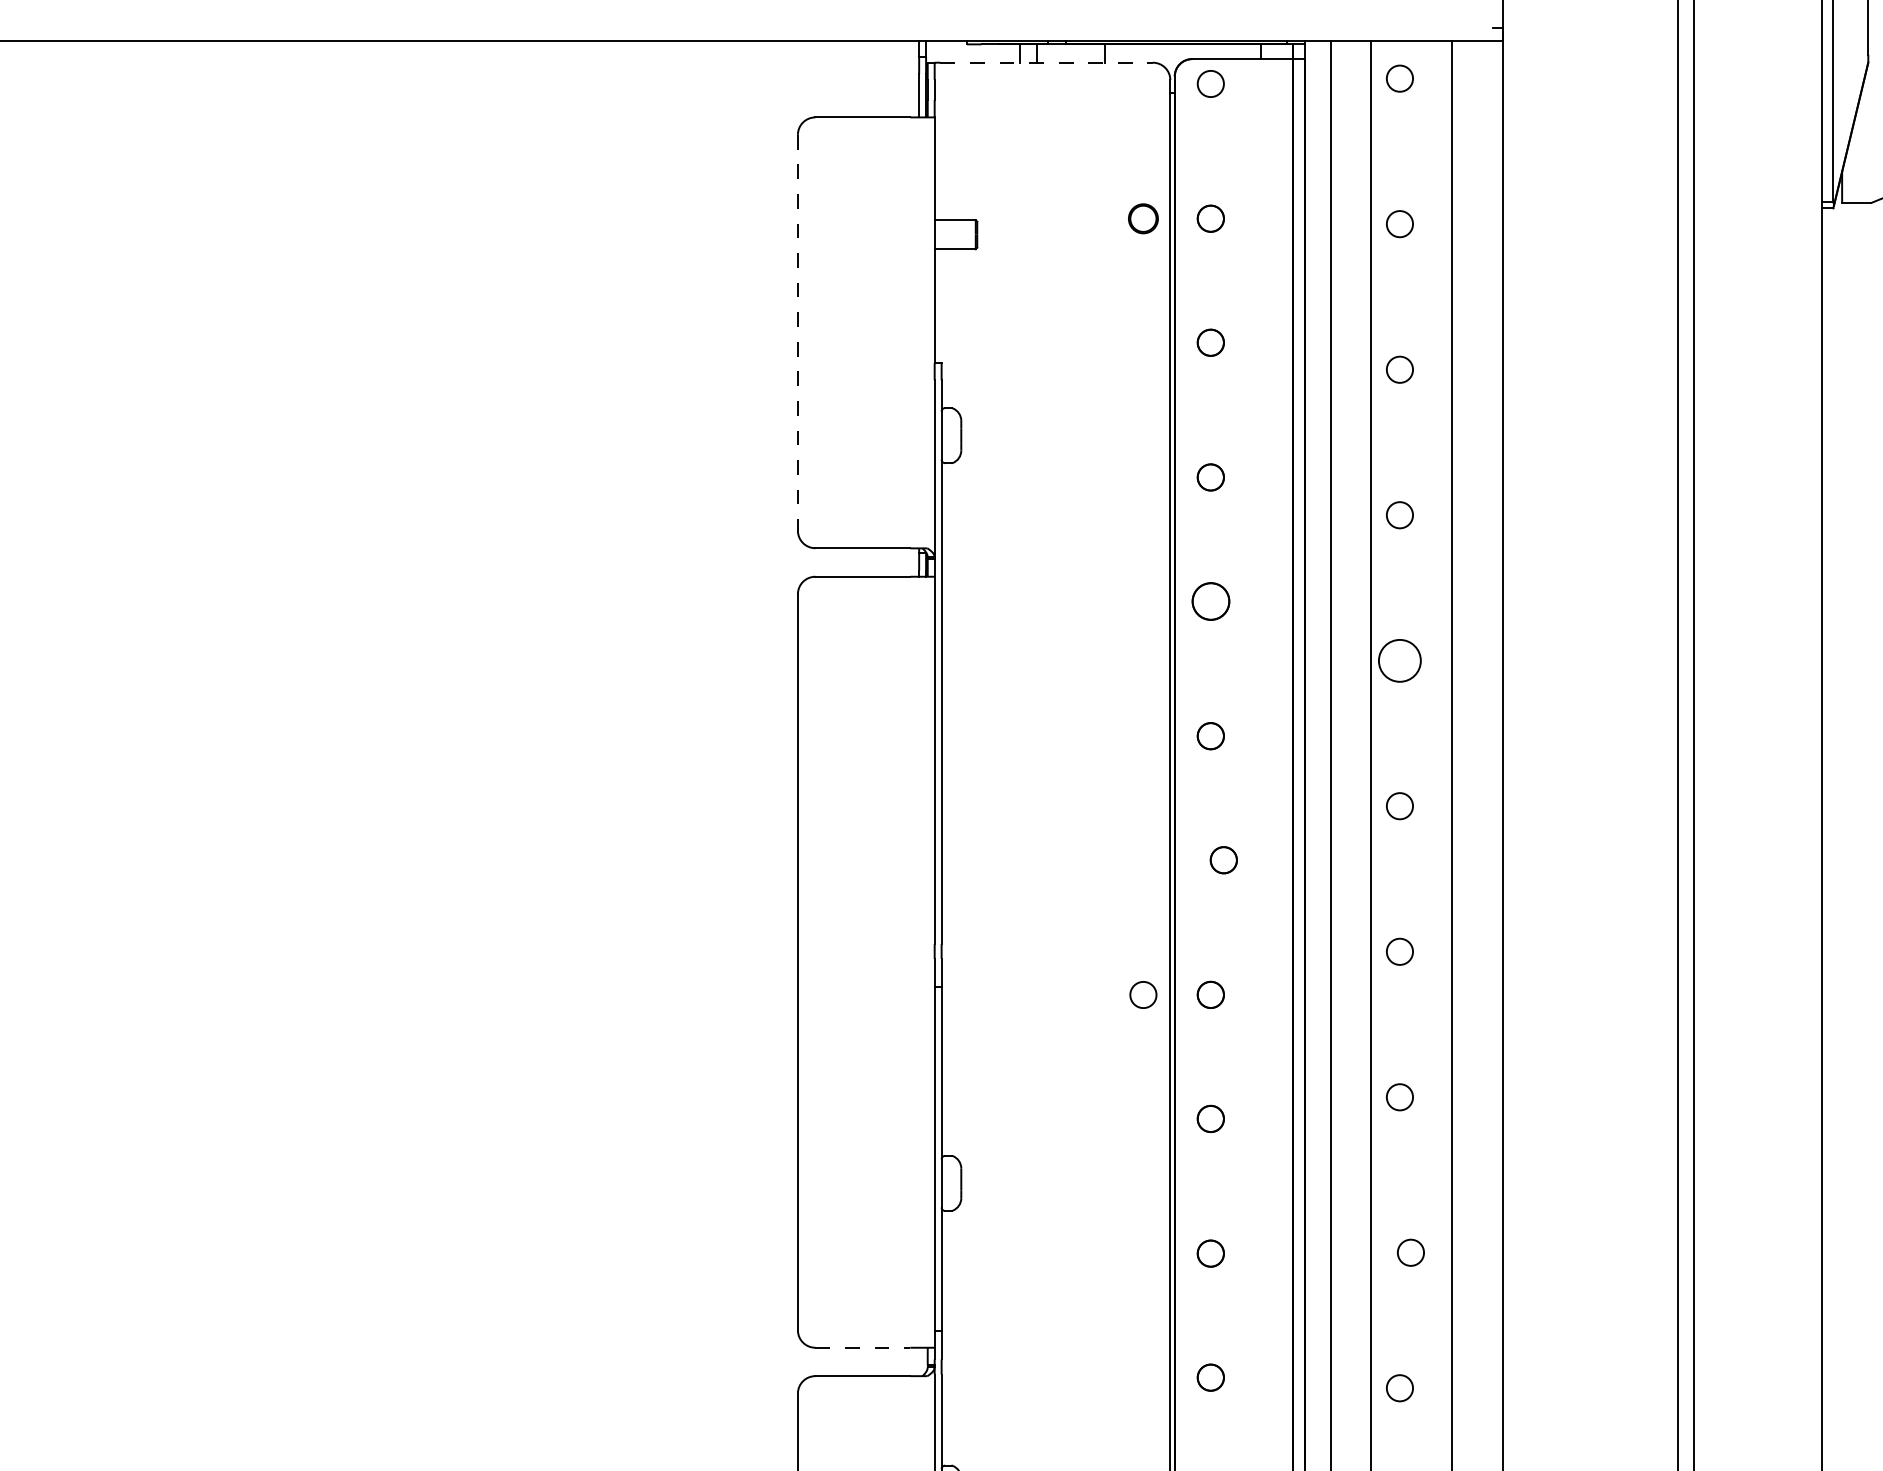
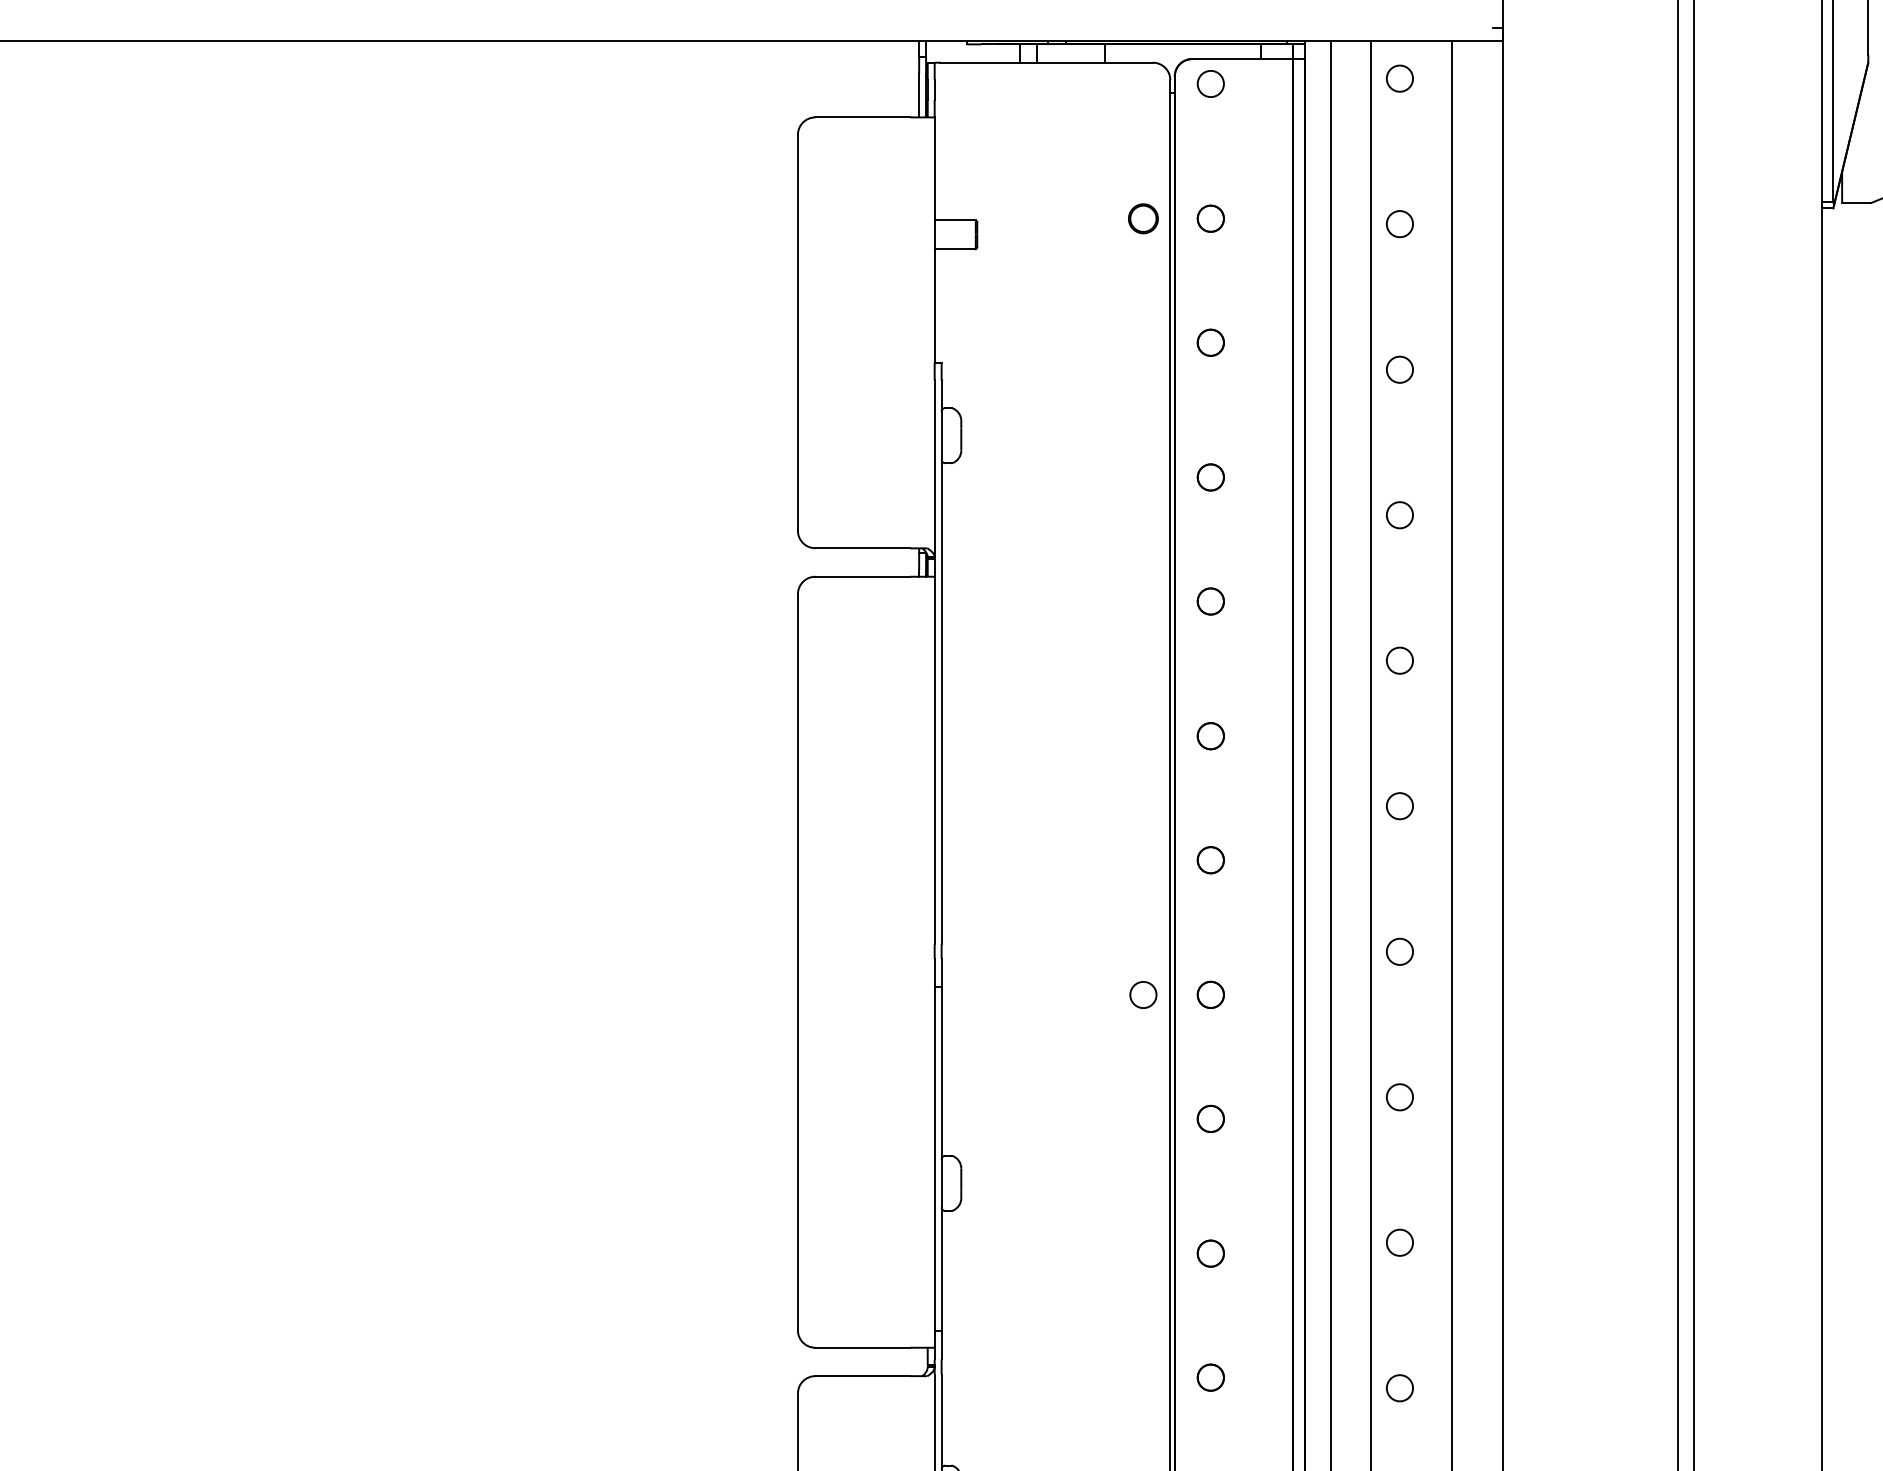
line at (1047, 62): dashed -> solid
line at (797, 332): dashed -> solid
circle at (1210, 601) size: 40x39 px -> 29x29 px
circle at (1399, 660) size: 44x44 px -> 28x29 px
circle at (1223, 860) position: (1223, 860) -> (1210, 860)
circle at (1410, 1252) position: (1410, 1252) -> (1399, 1242)
line at (863, 1347): dashed -> solid
